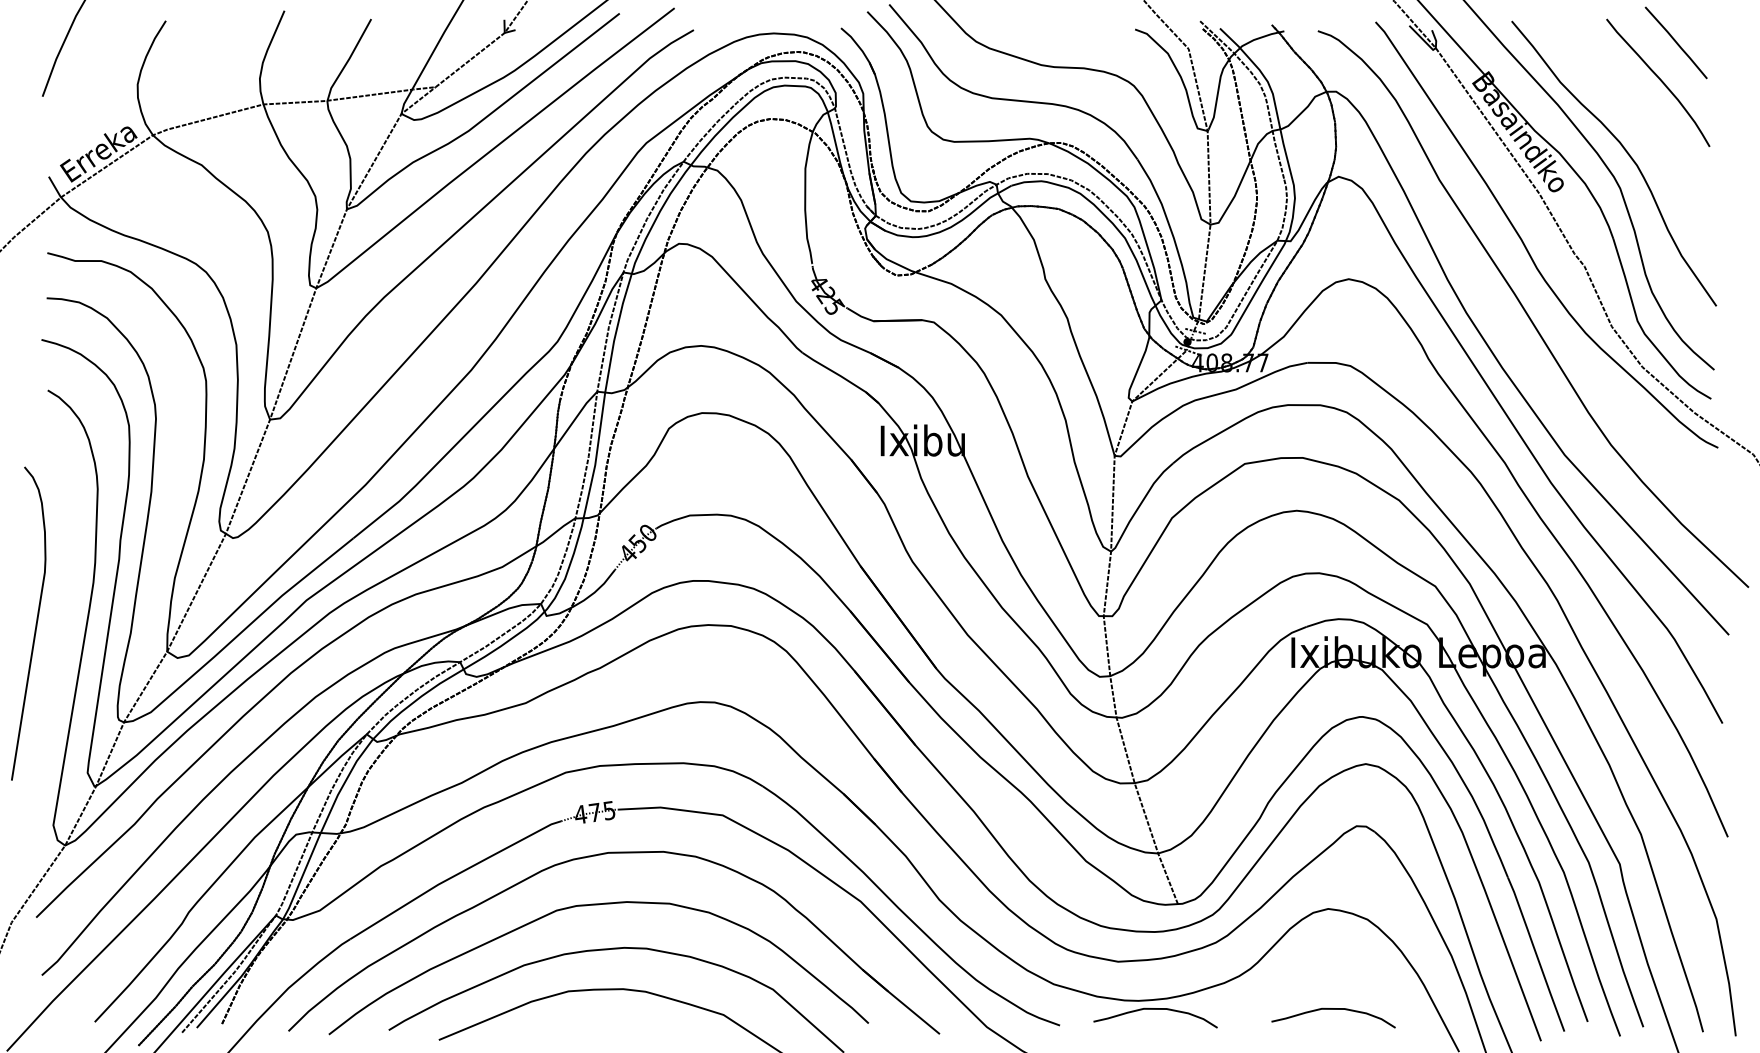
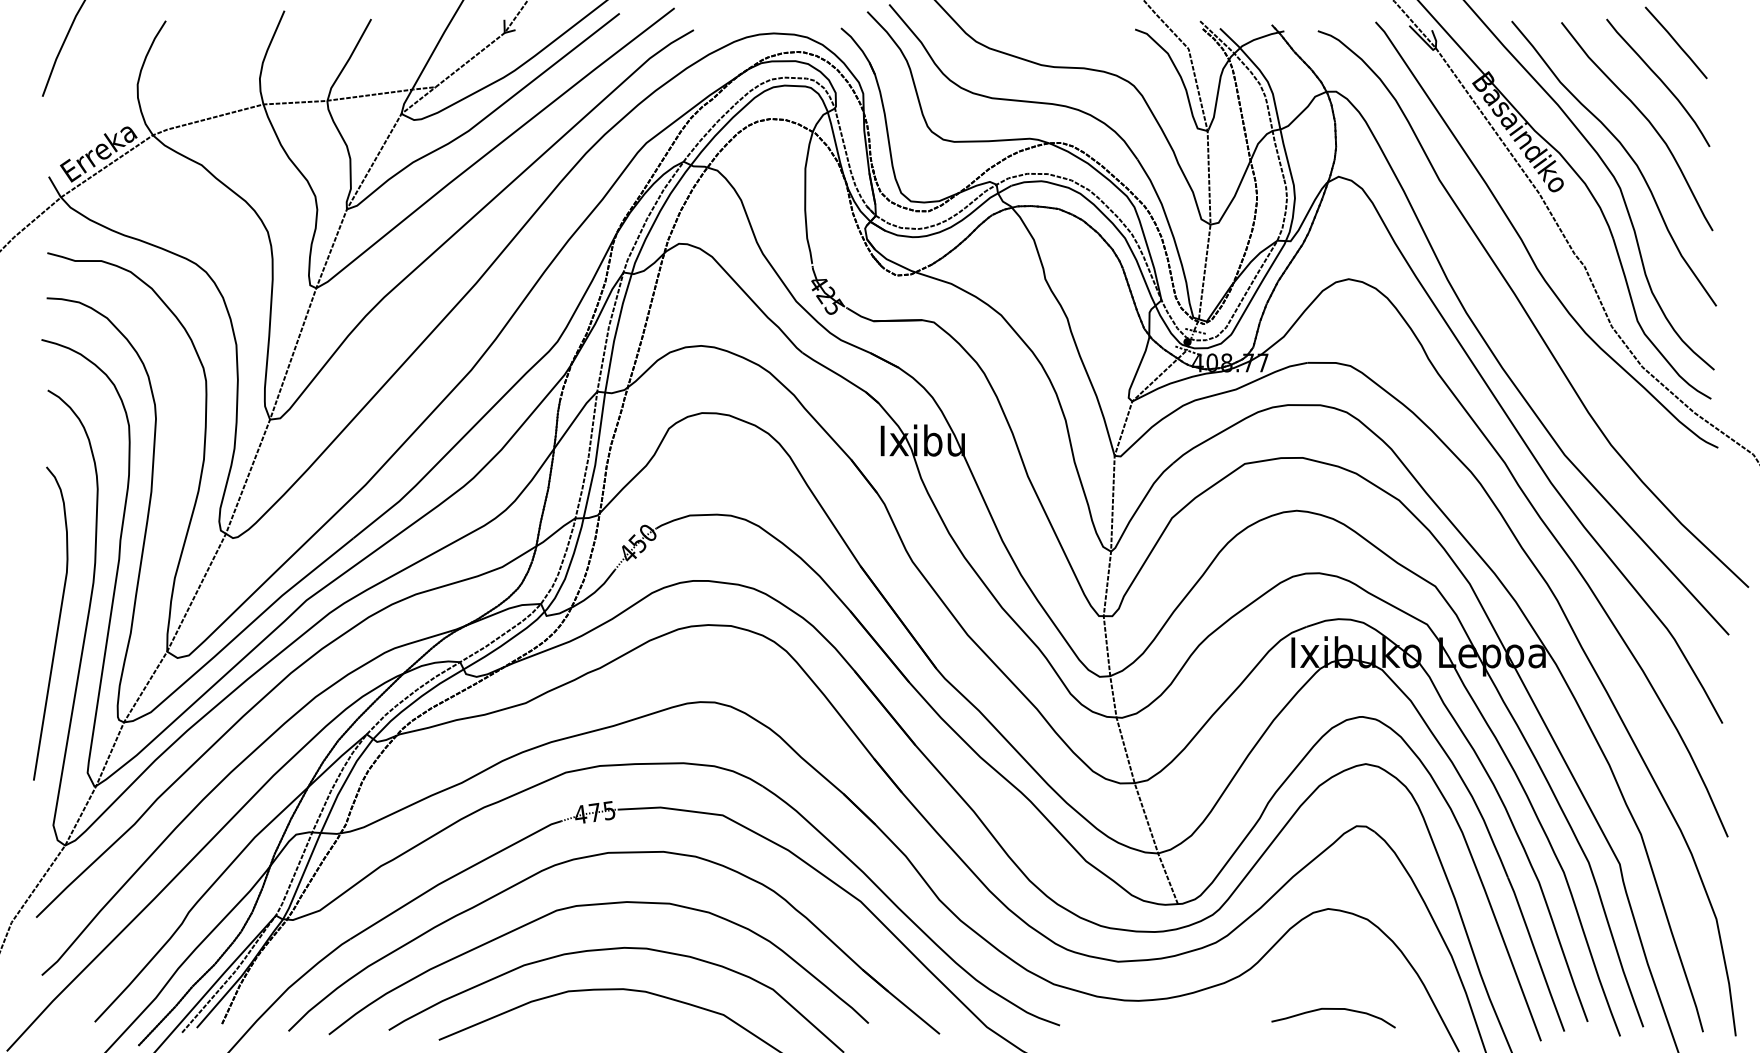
curve at (1647, 121): none -> present
curve at (35, 623) position: (35, 623) -> (57, 623)
curve at (1155, 1009): present -> none
